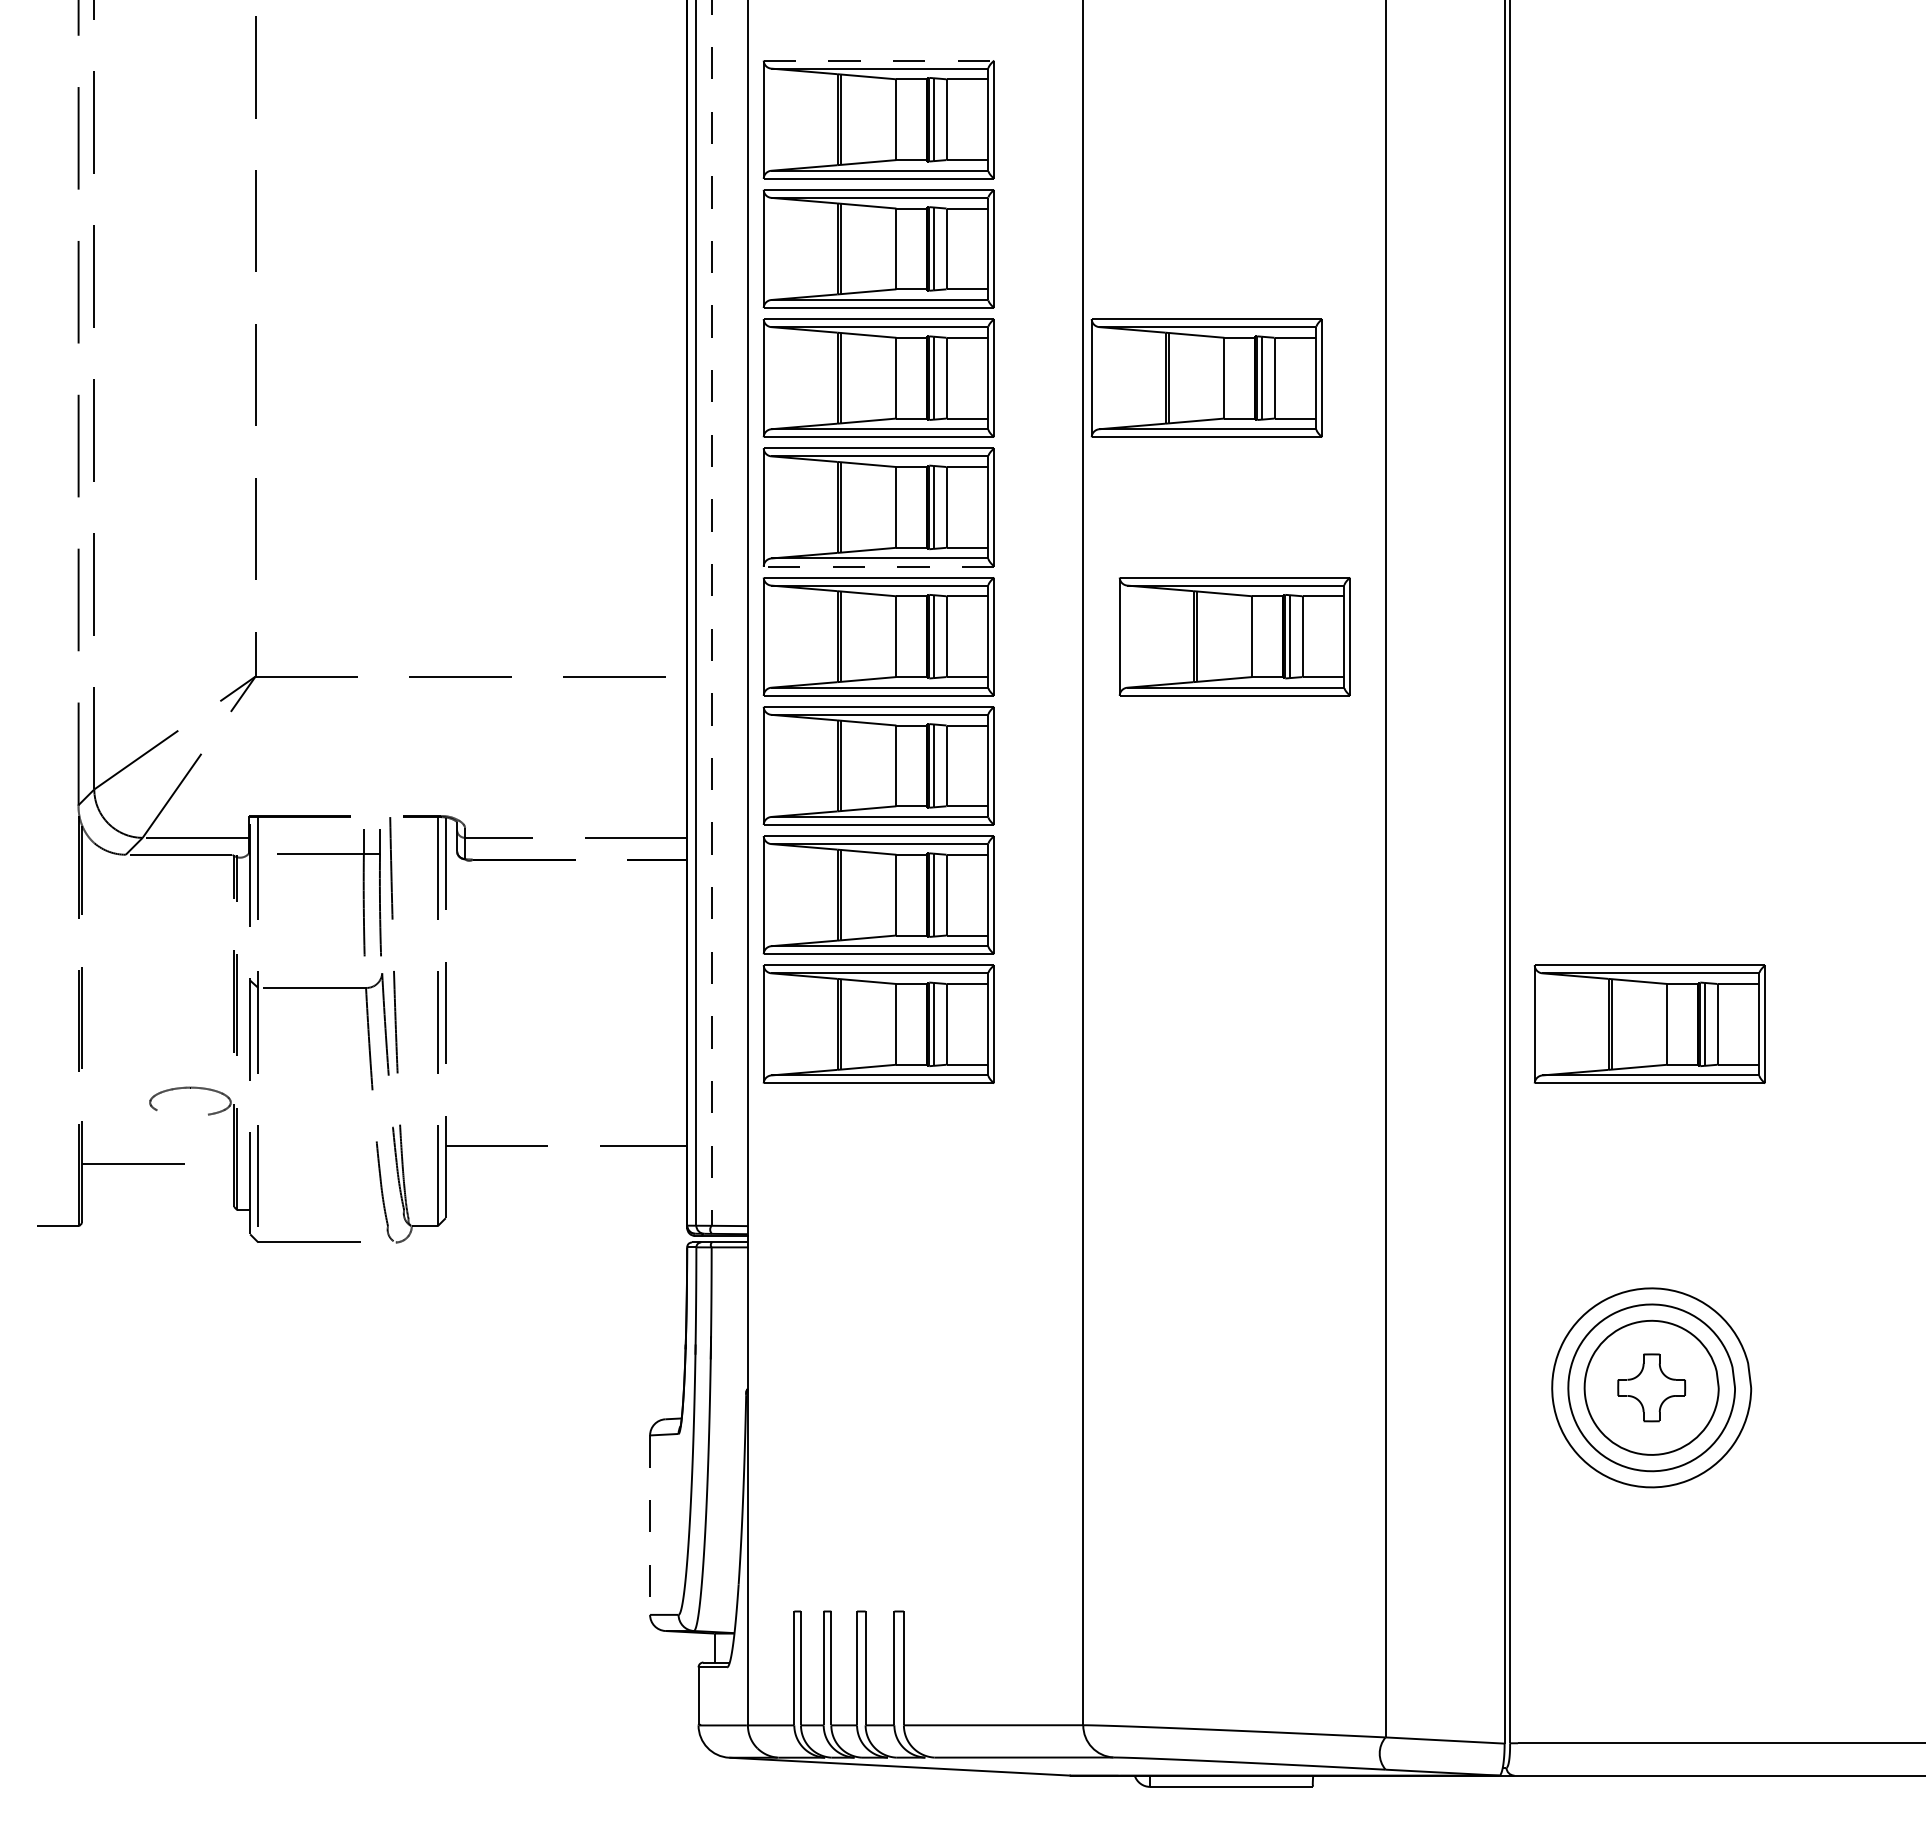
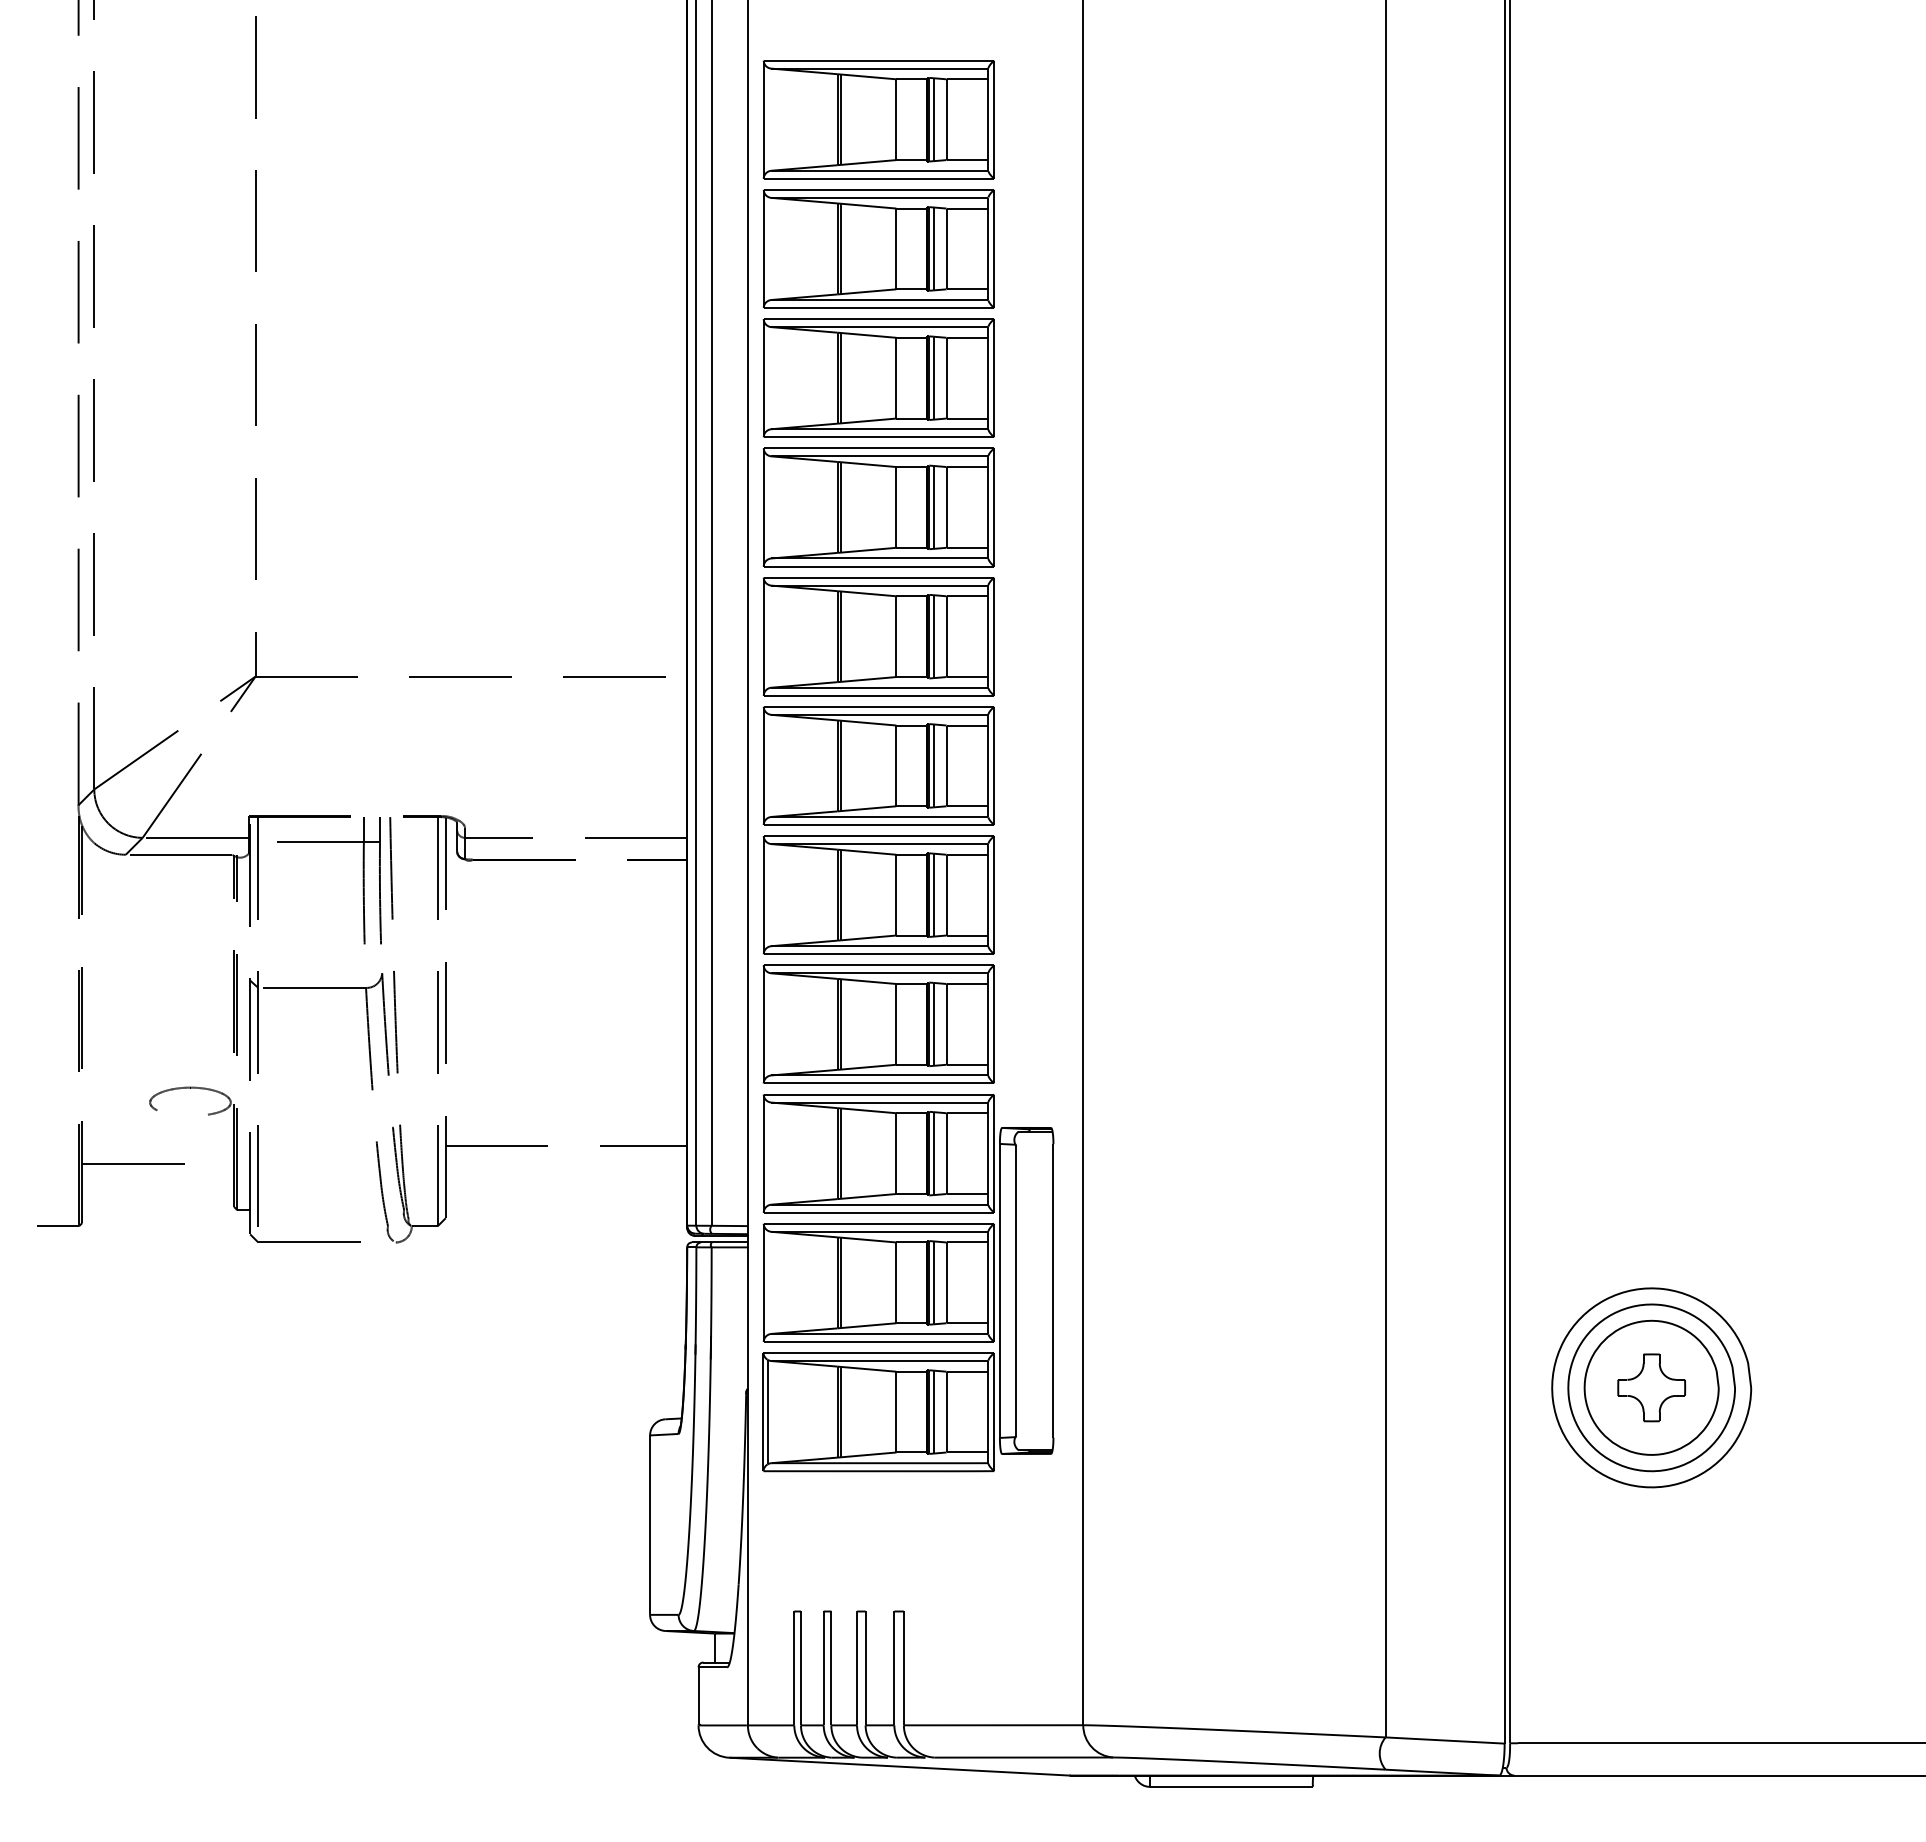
line at (879, 60): dashed -> solid
part at (1206, 377): present -> none
line at (878, 566): dashed -> solid
line at (711, 612): dashed -> solid
part at (1234, 636): present -> none
part at (362, 892) position: (362, 892) -> (362, 880)
part at (1649, 1023): present -> none
part at (908, 1283): none -> present
line at (650, 1525): dashed -> solid
